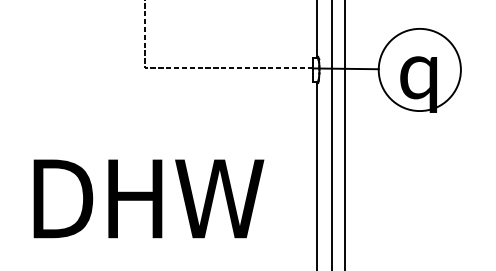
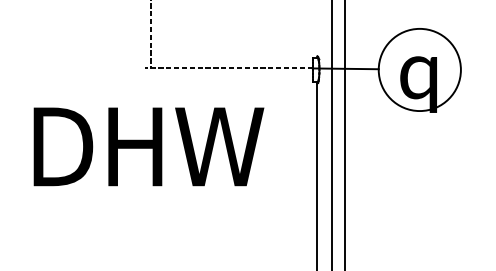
line at (317, 29): present -> none
line at (145, 35) position: (145, 35) -> (151, 35)
text at (148, 198) position: (148, 198) -> (148, 146)
